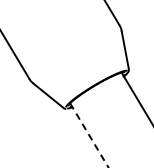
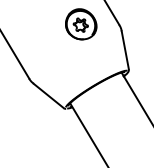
part at (81, 24): none -> present
line at (89, 135): dashed -> solid
